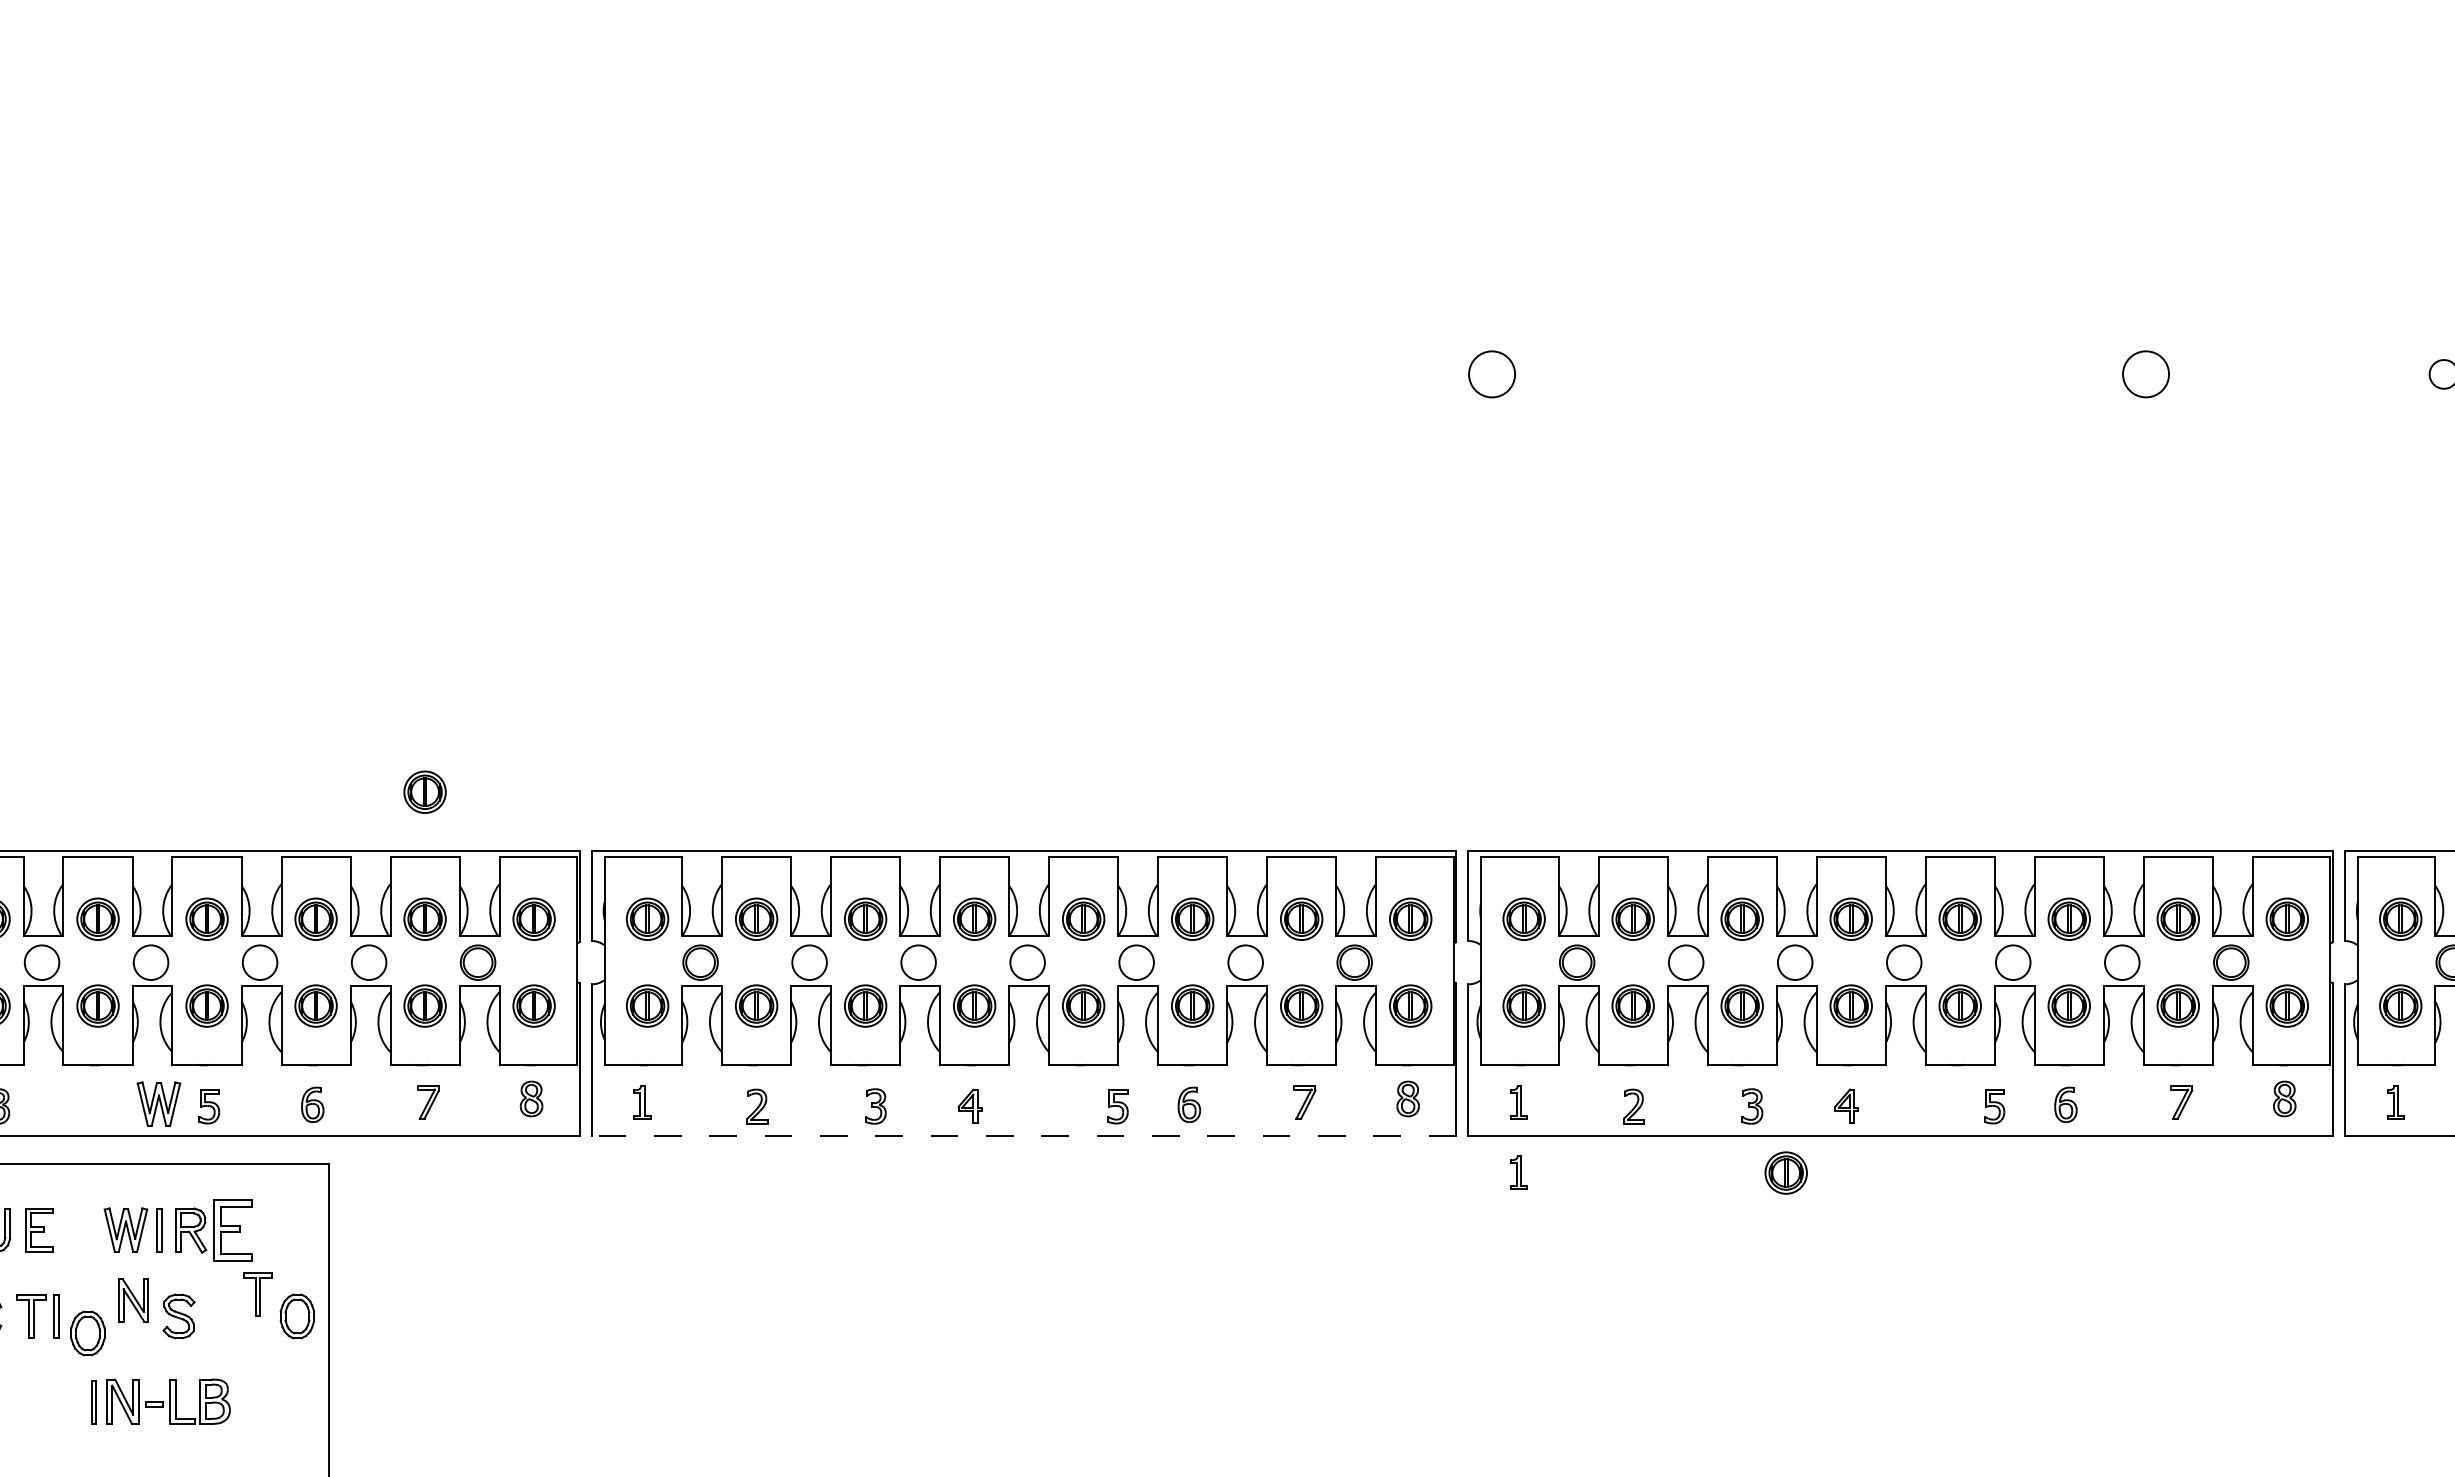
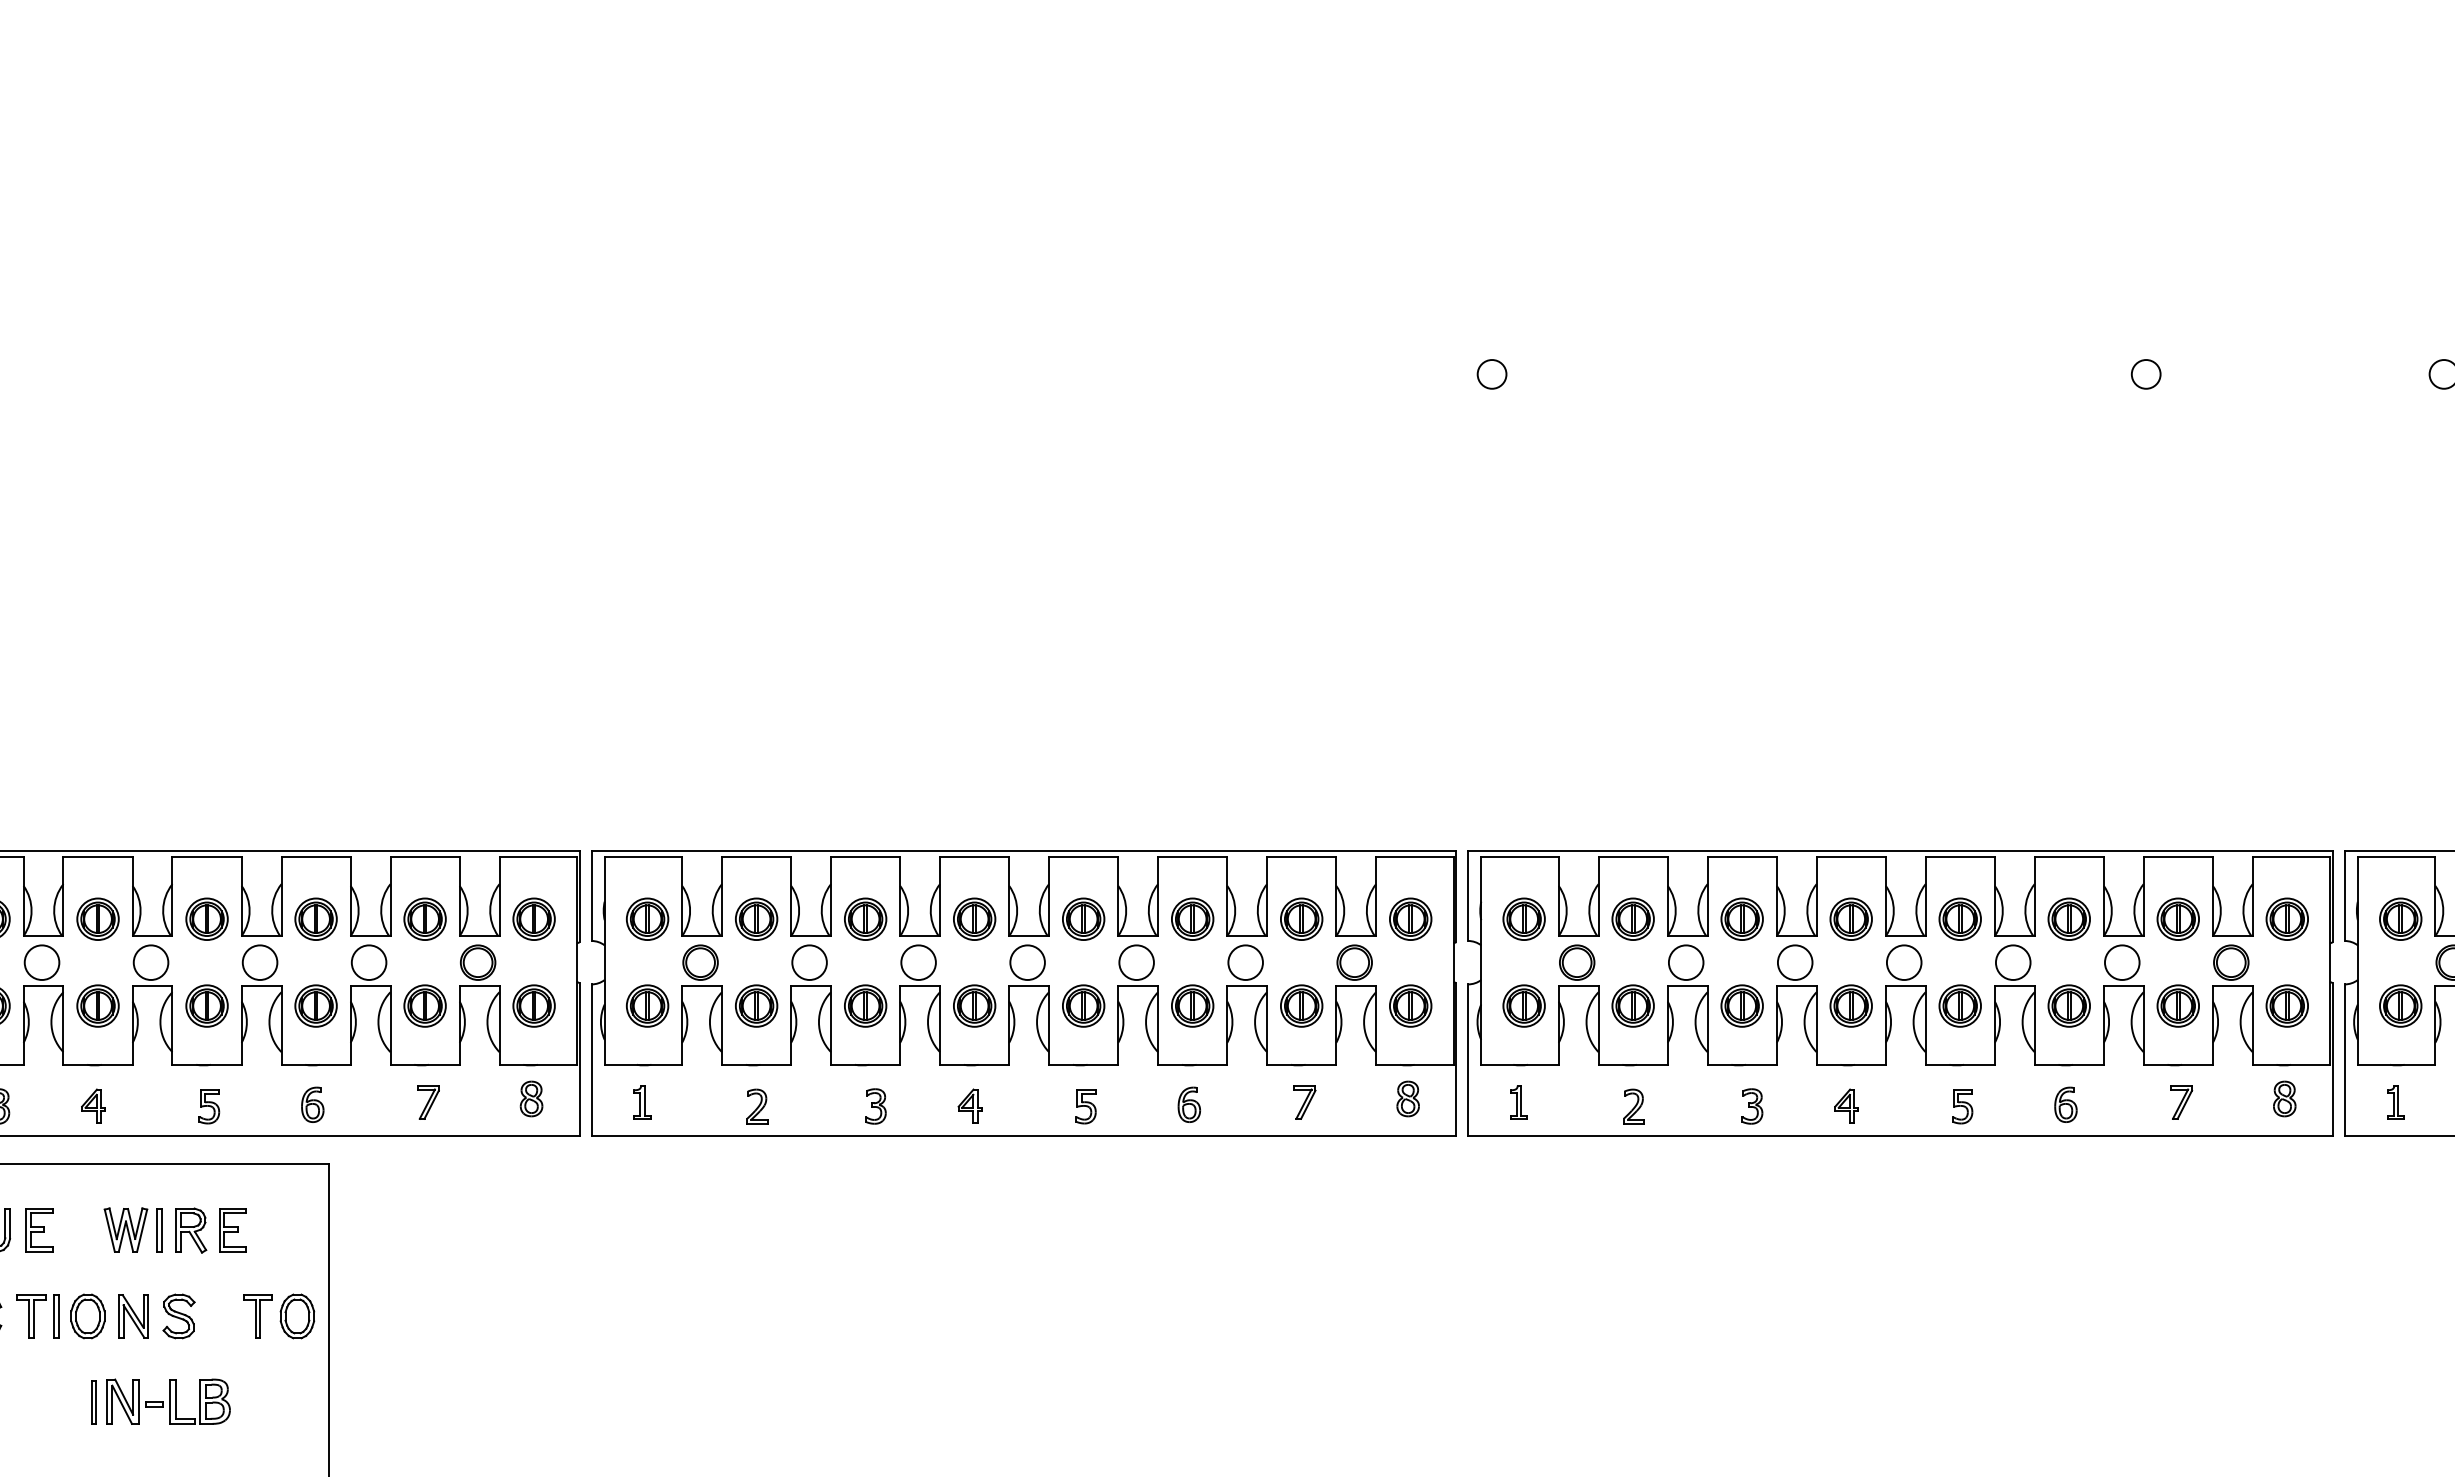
circle at (1492, 374) diameter: 46 px -> 29 px
circle at (2145, 374) size: 48x49 px -> 31x31 px
part at (424, 791): present -> none
part at (158, 1103): present -> none
part at (93, 1105): none -> present
part at (1117, 1106) position: (1117, 1106) -> (1085, 1106)
part at (1994, 1106) position: (1994, 1106) -> (1962, 1106)
line at (1023, 1135): dashed -> solid
part at (1518, 1172): present -> none
part at (1785, 1172): present -> none
part at (232, 1230) size: 40x63 px -> 28x45 px
part at (257, 1294) position: (257, 1294) -> (257, 1316)
part at (133, 1300) position: (133, 1300) -> (133, 1316)
part at (87, 1333) position: (87, 1333) -> (87, 1316)
